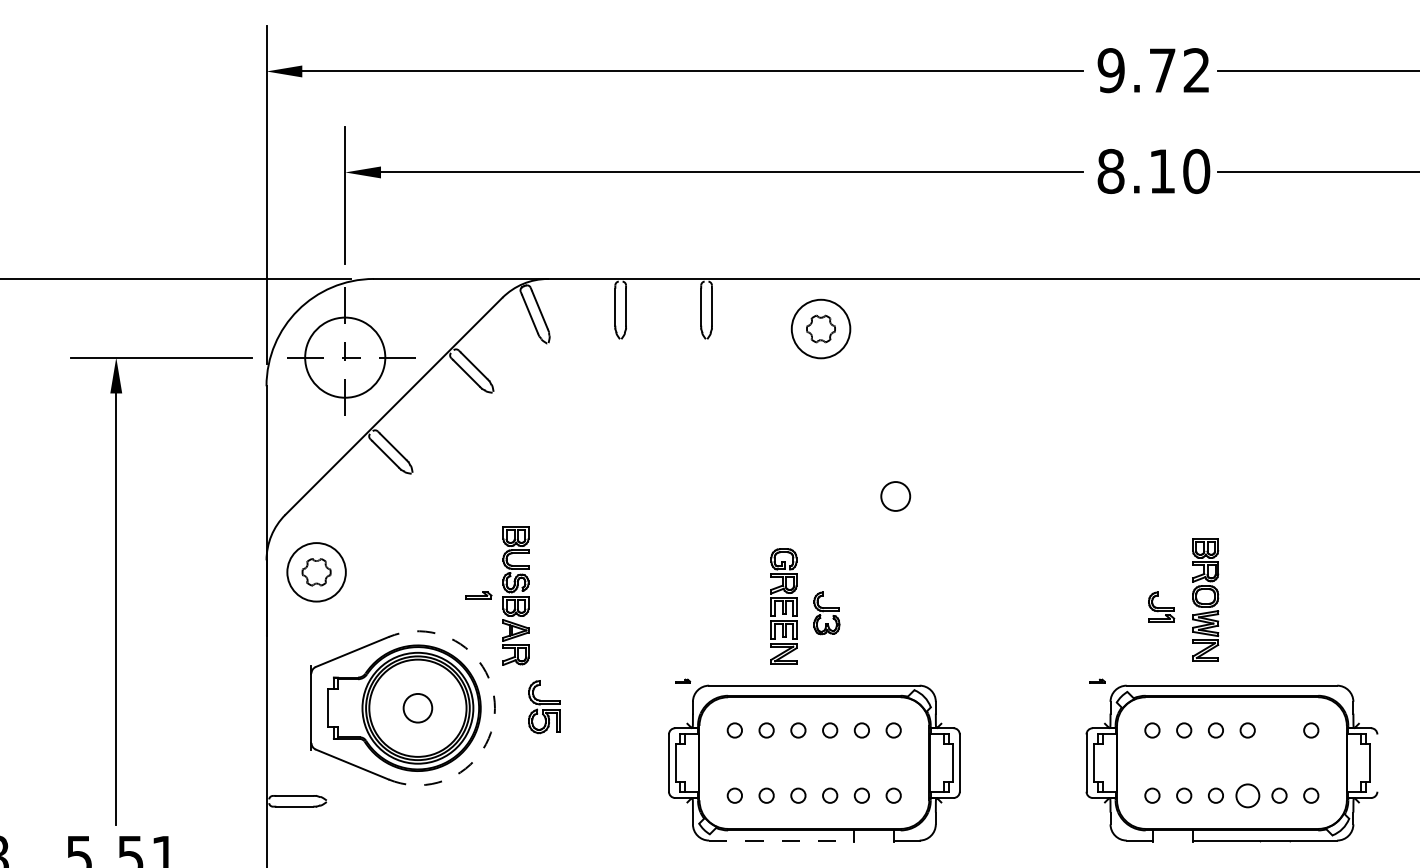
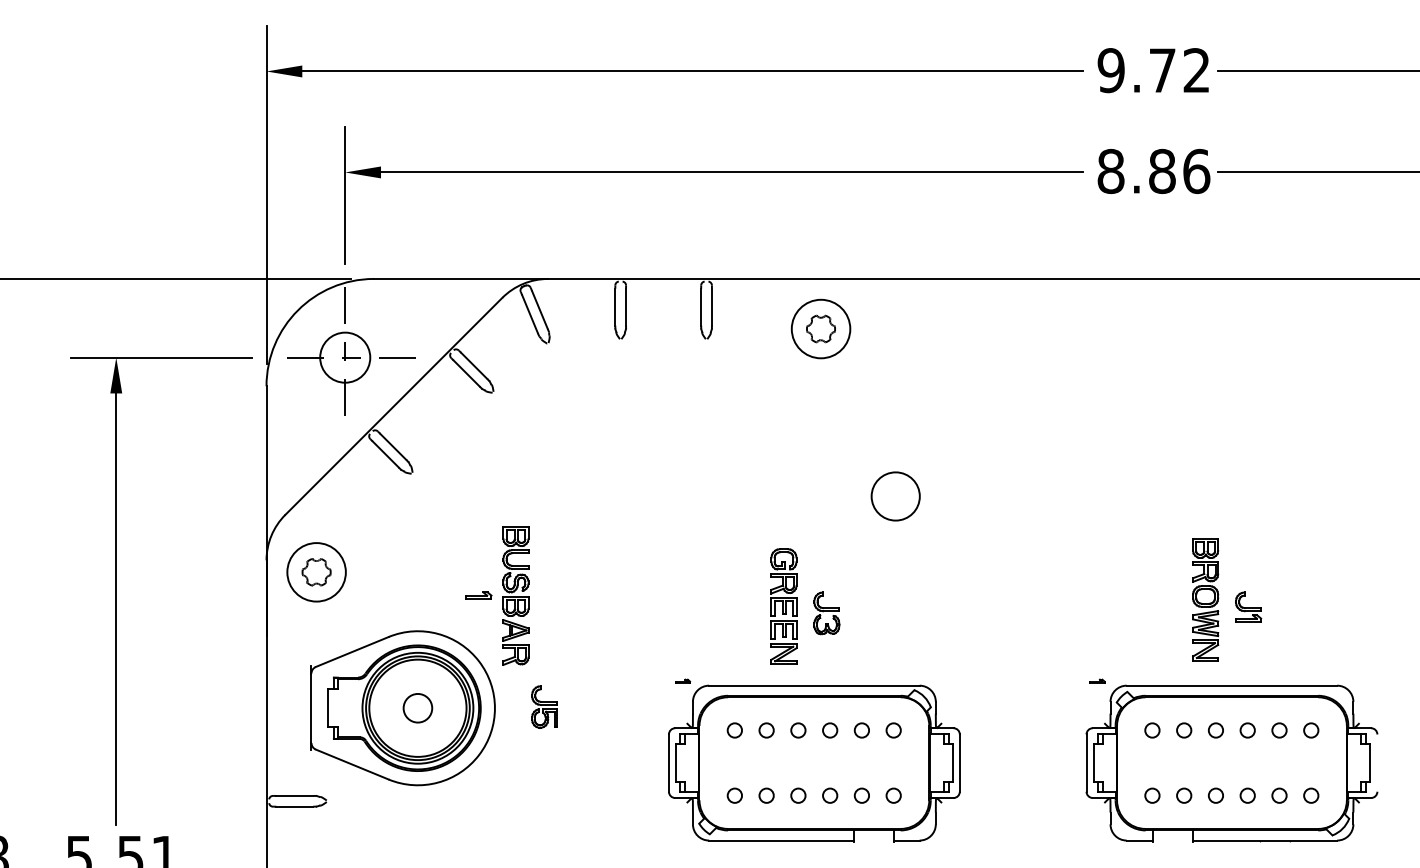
text at (1179, 171): 8.10 -> 8.86
circle at (345, 357) diameter: 80 px -> 50 px
circle at (895, 496) diameter: 29 px -> 48 px
part at (1161, 606) position: (1161, 606) -> (1248, 606)
part at (544, 707) size: 33x55 px -> 27x44 px
arc at (494, 708): dashed -> solid
circle at (1279, 730): none -> present
circle at (1247, 795) size: 26x26 px -> 17x17 px
line at (781, 840): dashed -> solid
